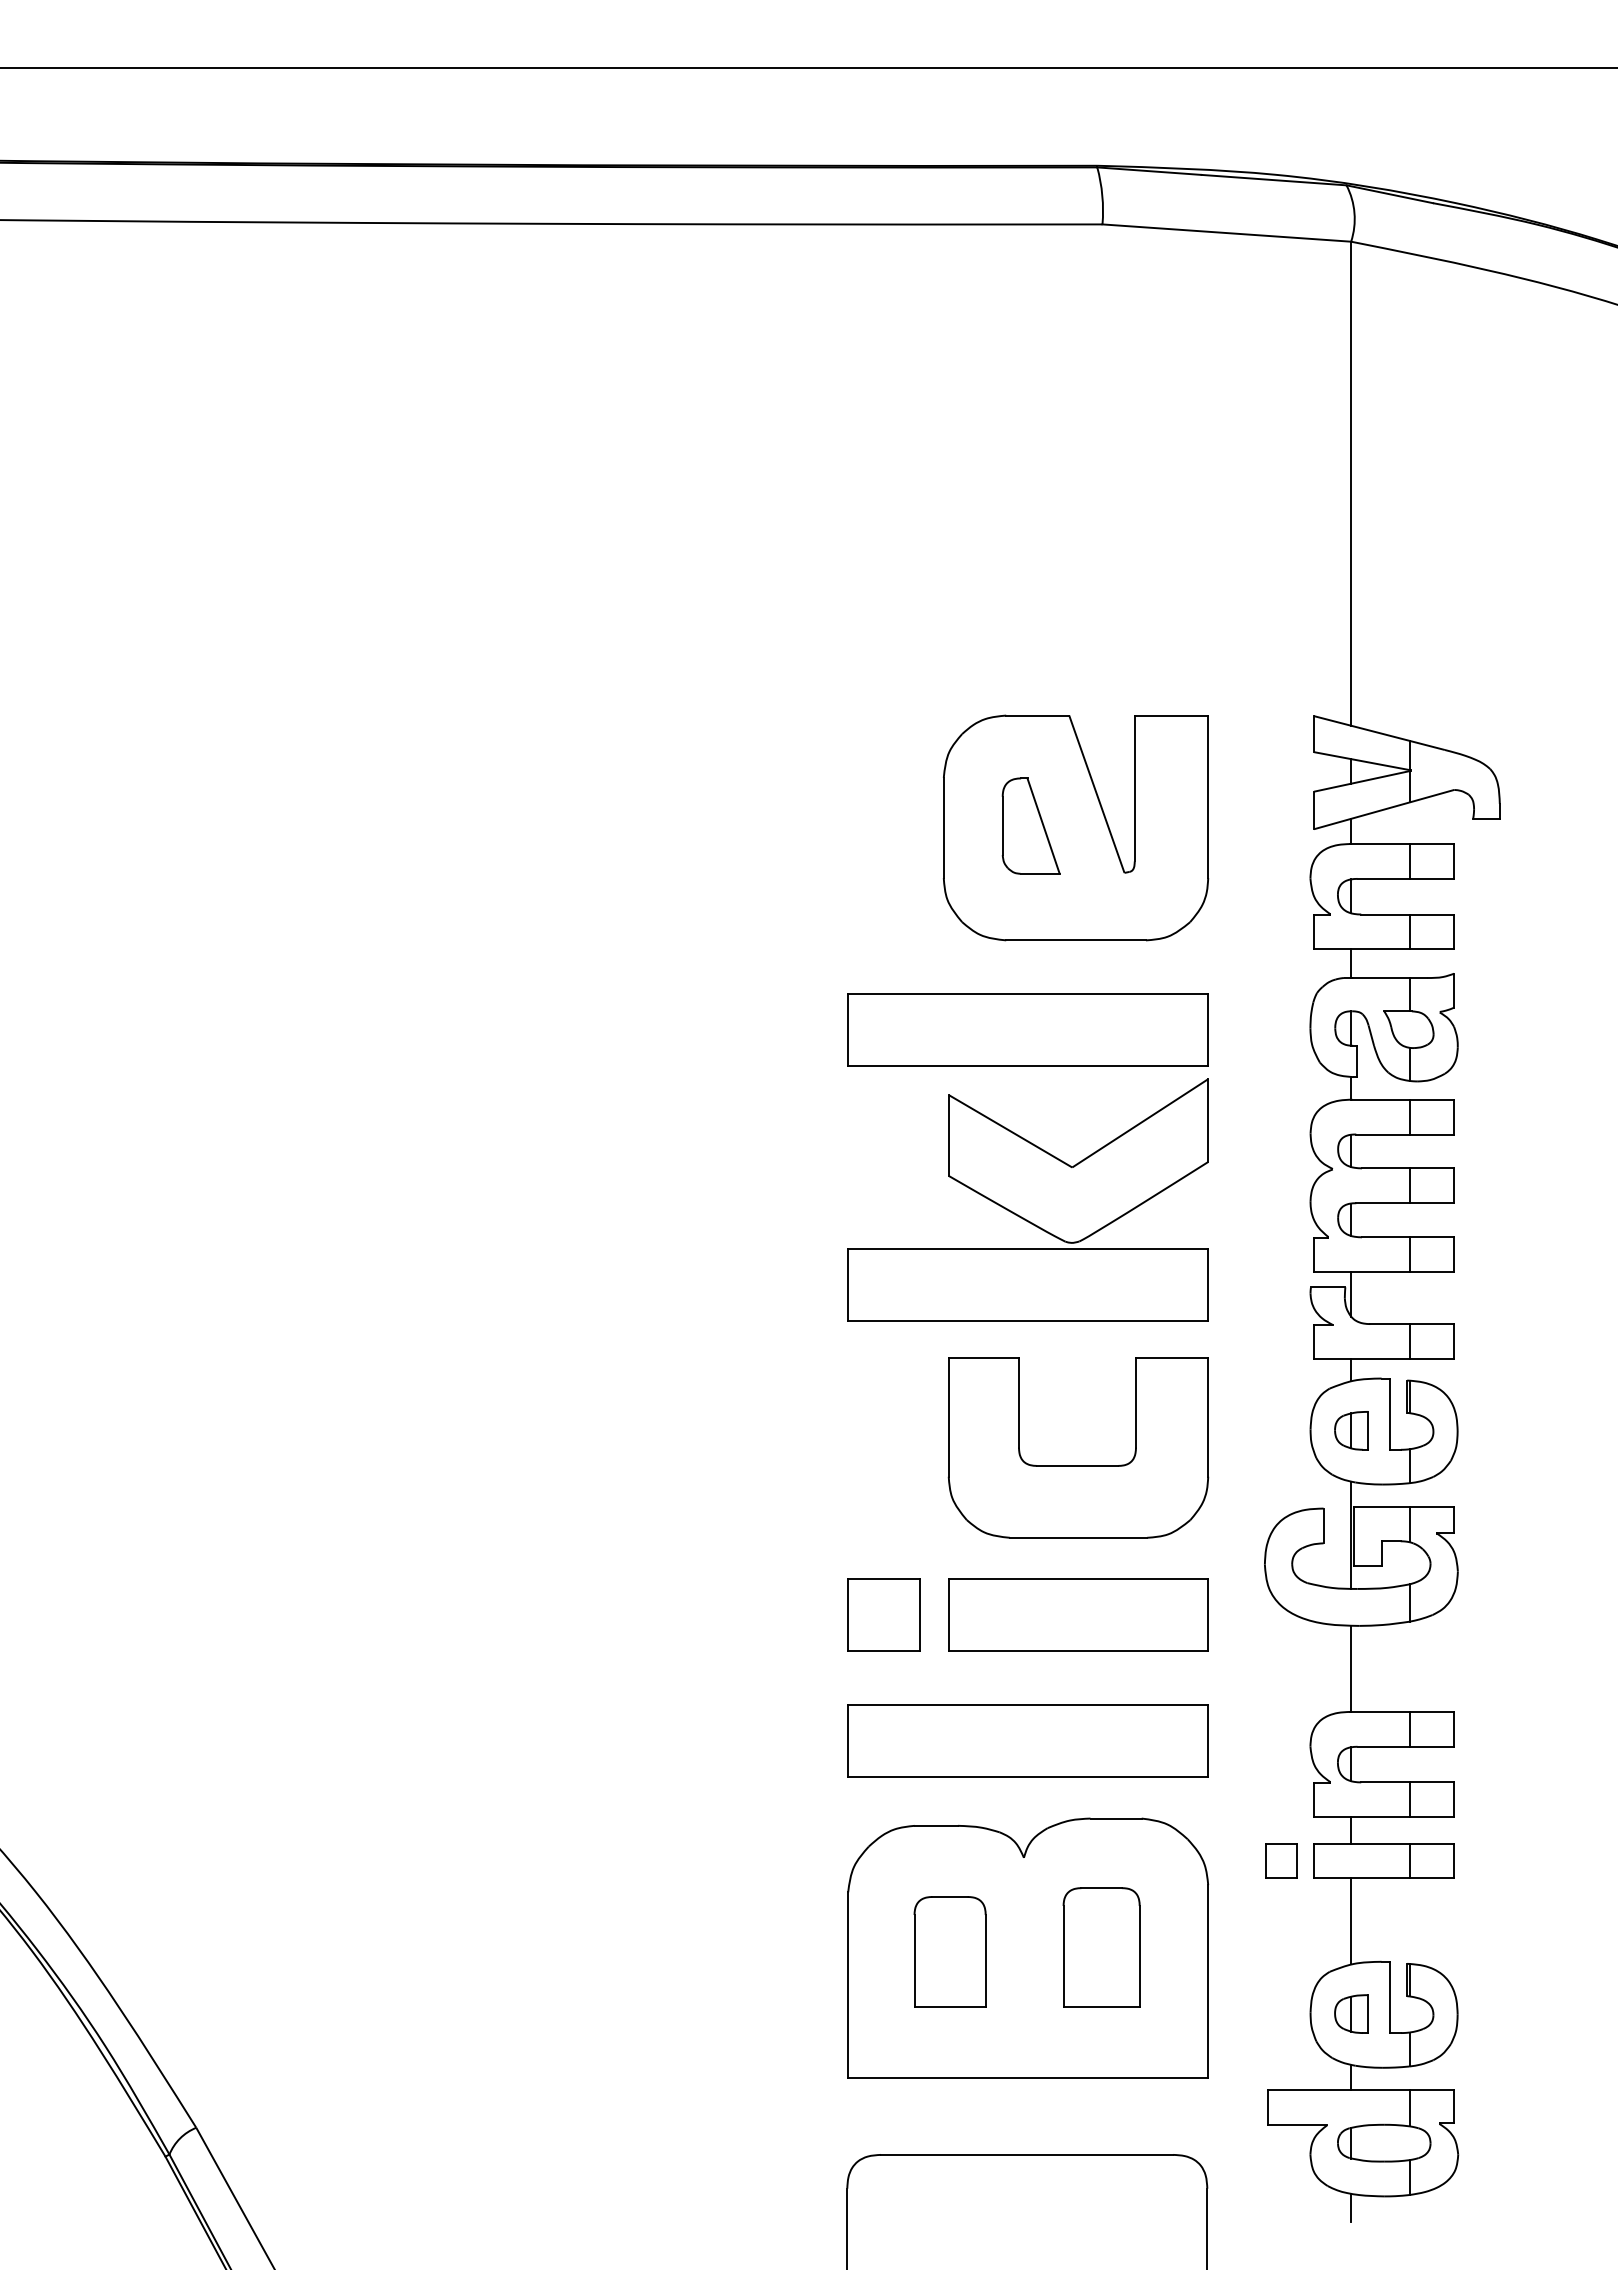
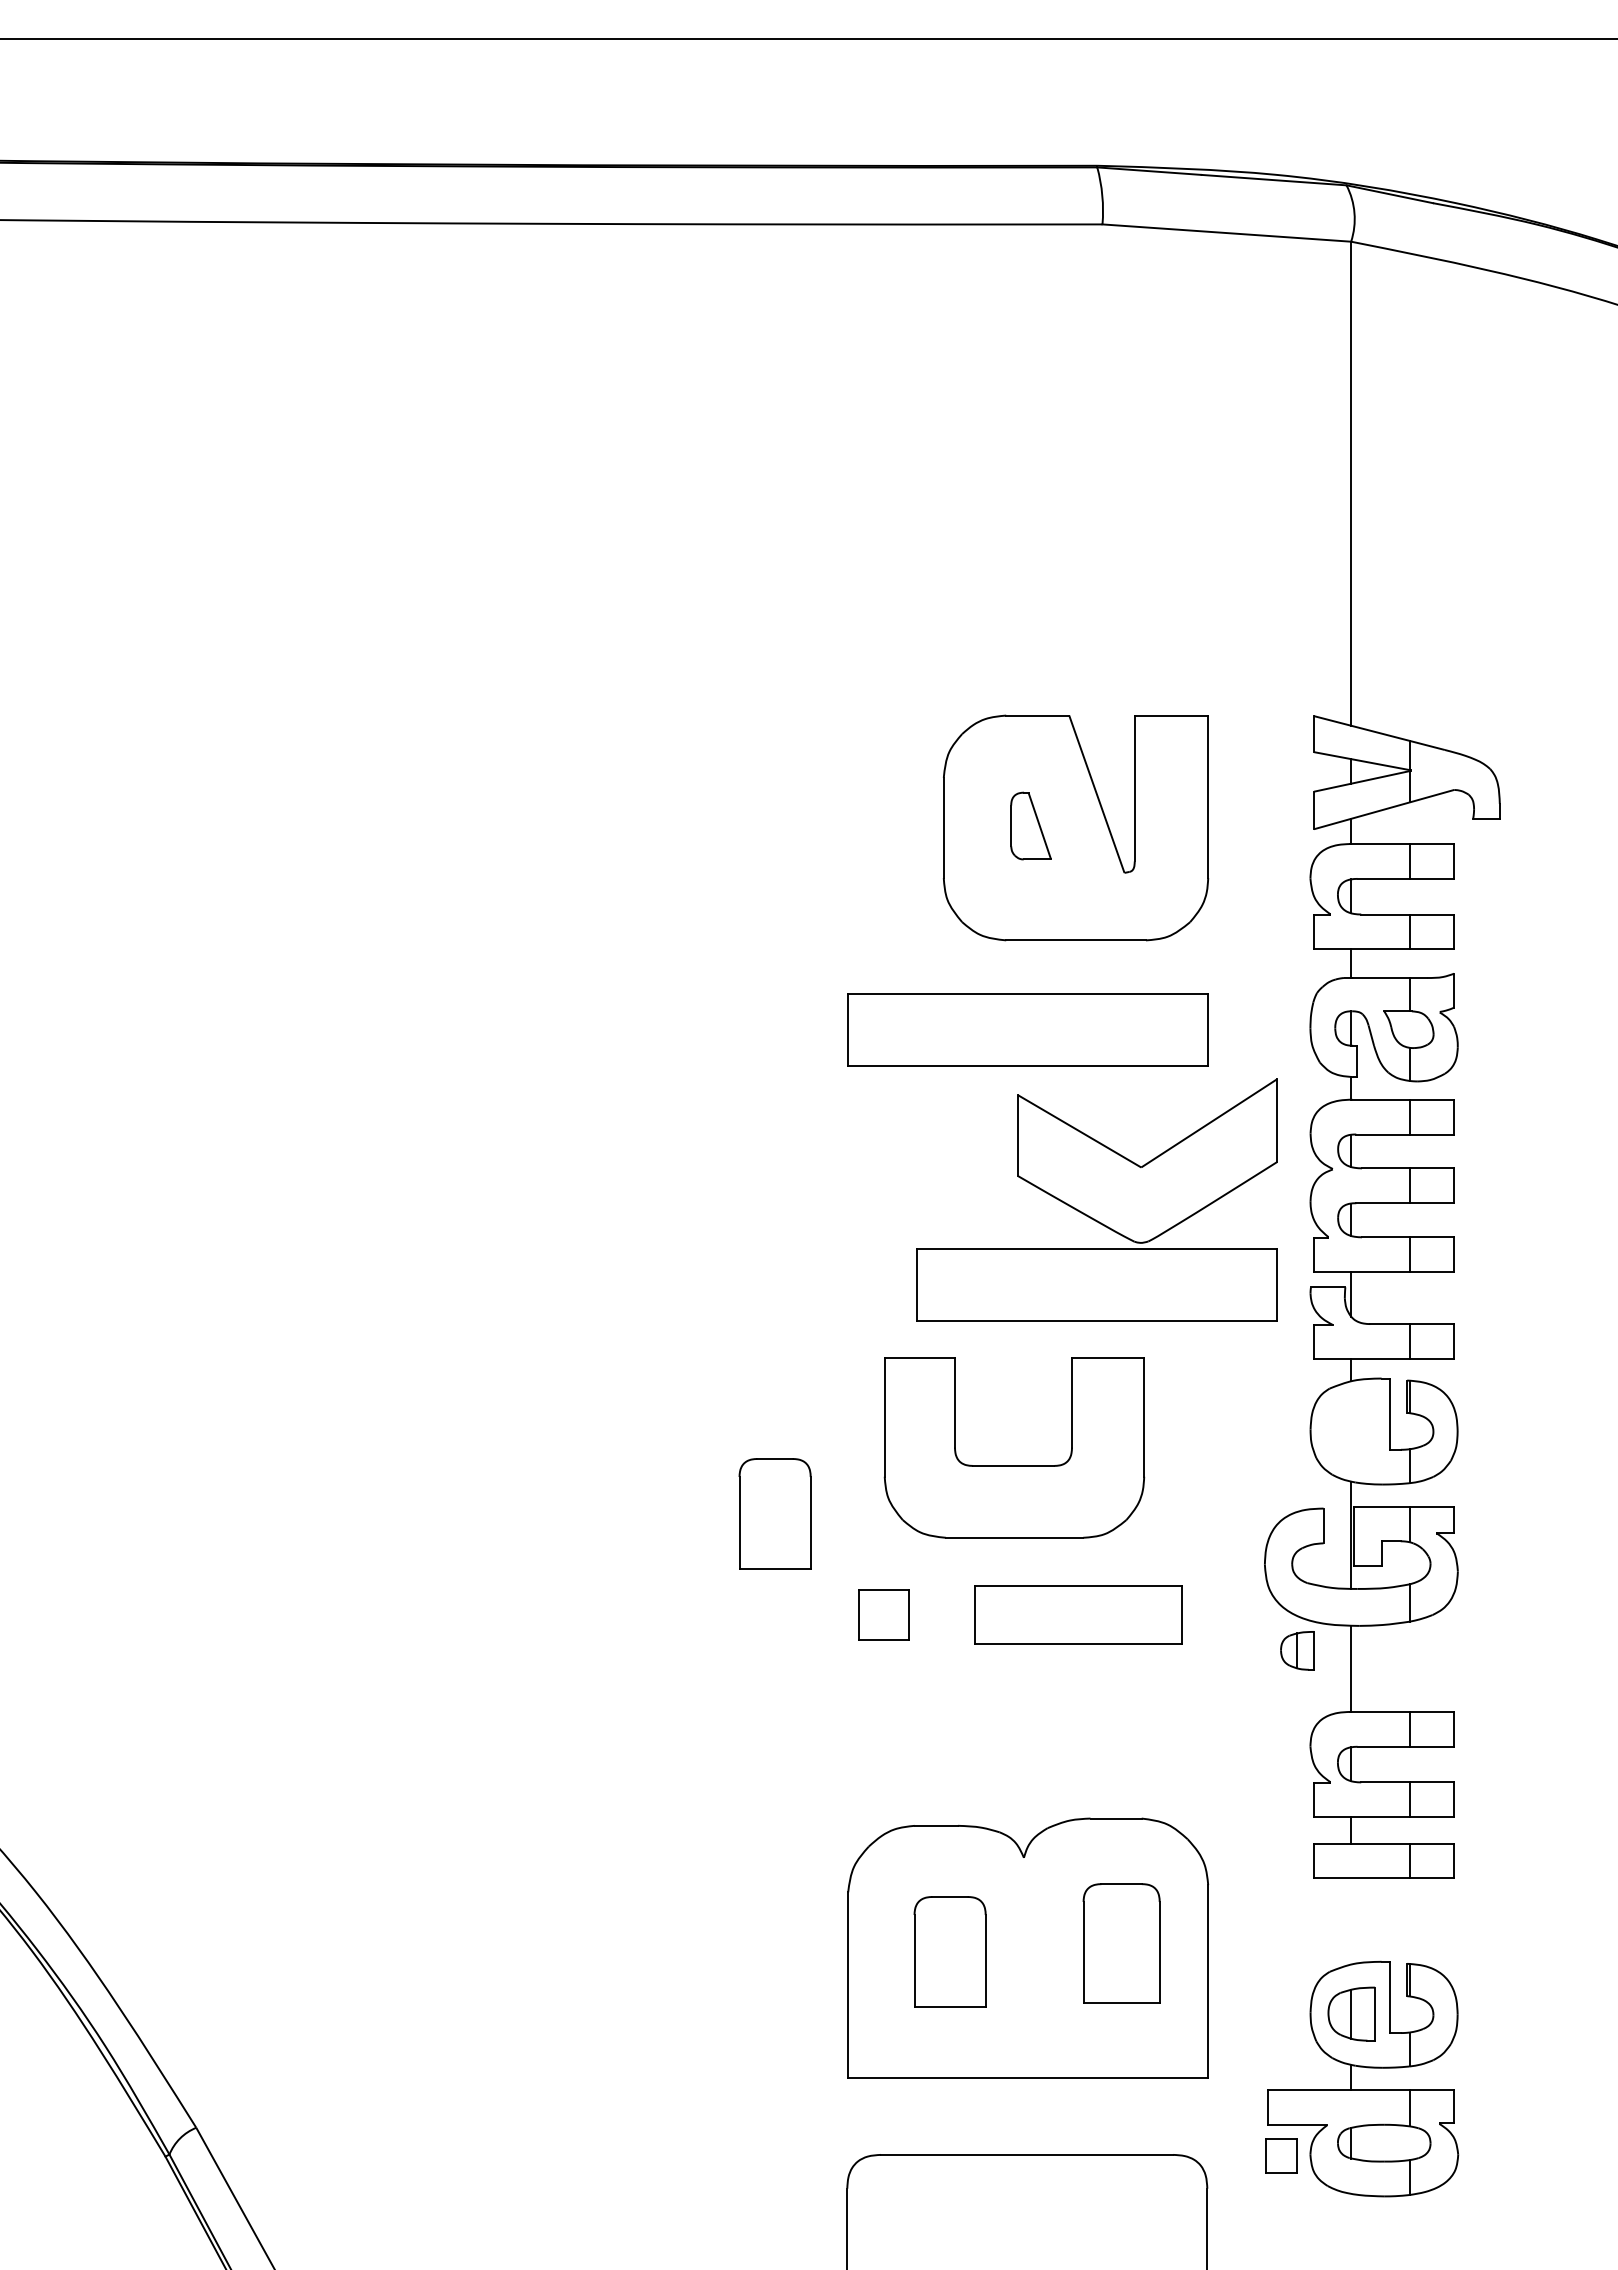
line at (808, 68) position: (808, 68) -> (808, 39)
part at (1030, 825) size: 60x98 px -> 42x70 px
part at (1027, 1199) position: (1027, 1199) -> (1096, 1199)
part at (1351, 1430) position: (1351, 1430) -> (1297, 1650)
part at (1078, 1465) position: (1078, 1465) -> (1014, 1465)
part at (774, 1513): none -> present
part at (883, 1614) size: 74x74 px -> 52x52 px
part at (1078, 1614) size: 261x74 px -> 209x60 px
part at (1027, 1740): present -> none
part at (1281, 1860) position: (1281, 1860) -> (1281, 2155)
line at (1351, 1921): present -> none
part at (1101, 1947) position: (1101, 1947) -> (1121, 1943)
part at (1351, 2013) size: 35x40 px -> 49x56 px
line at (1351, 2207): present -> none
